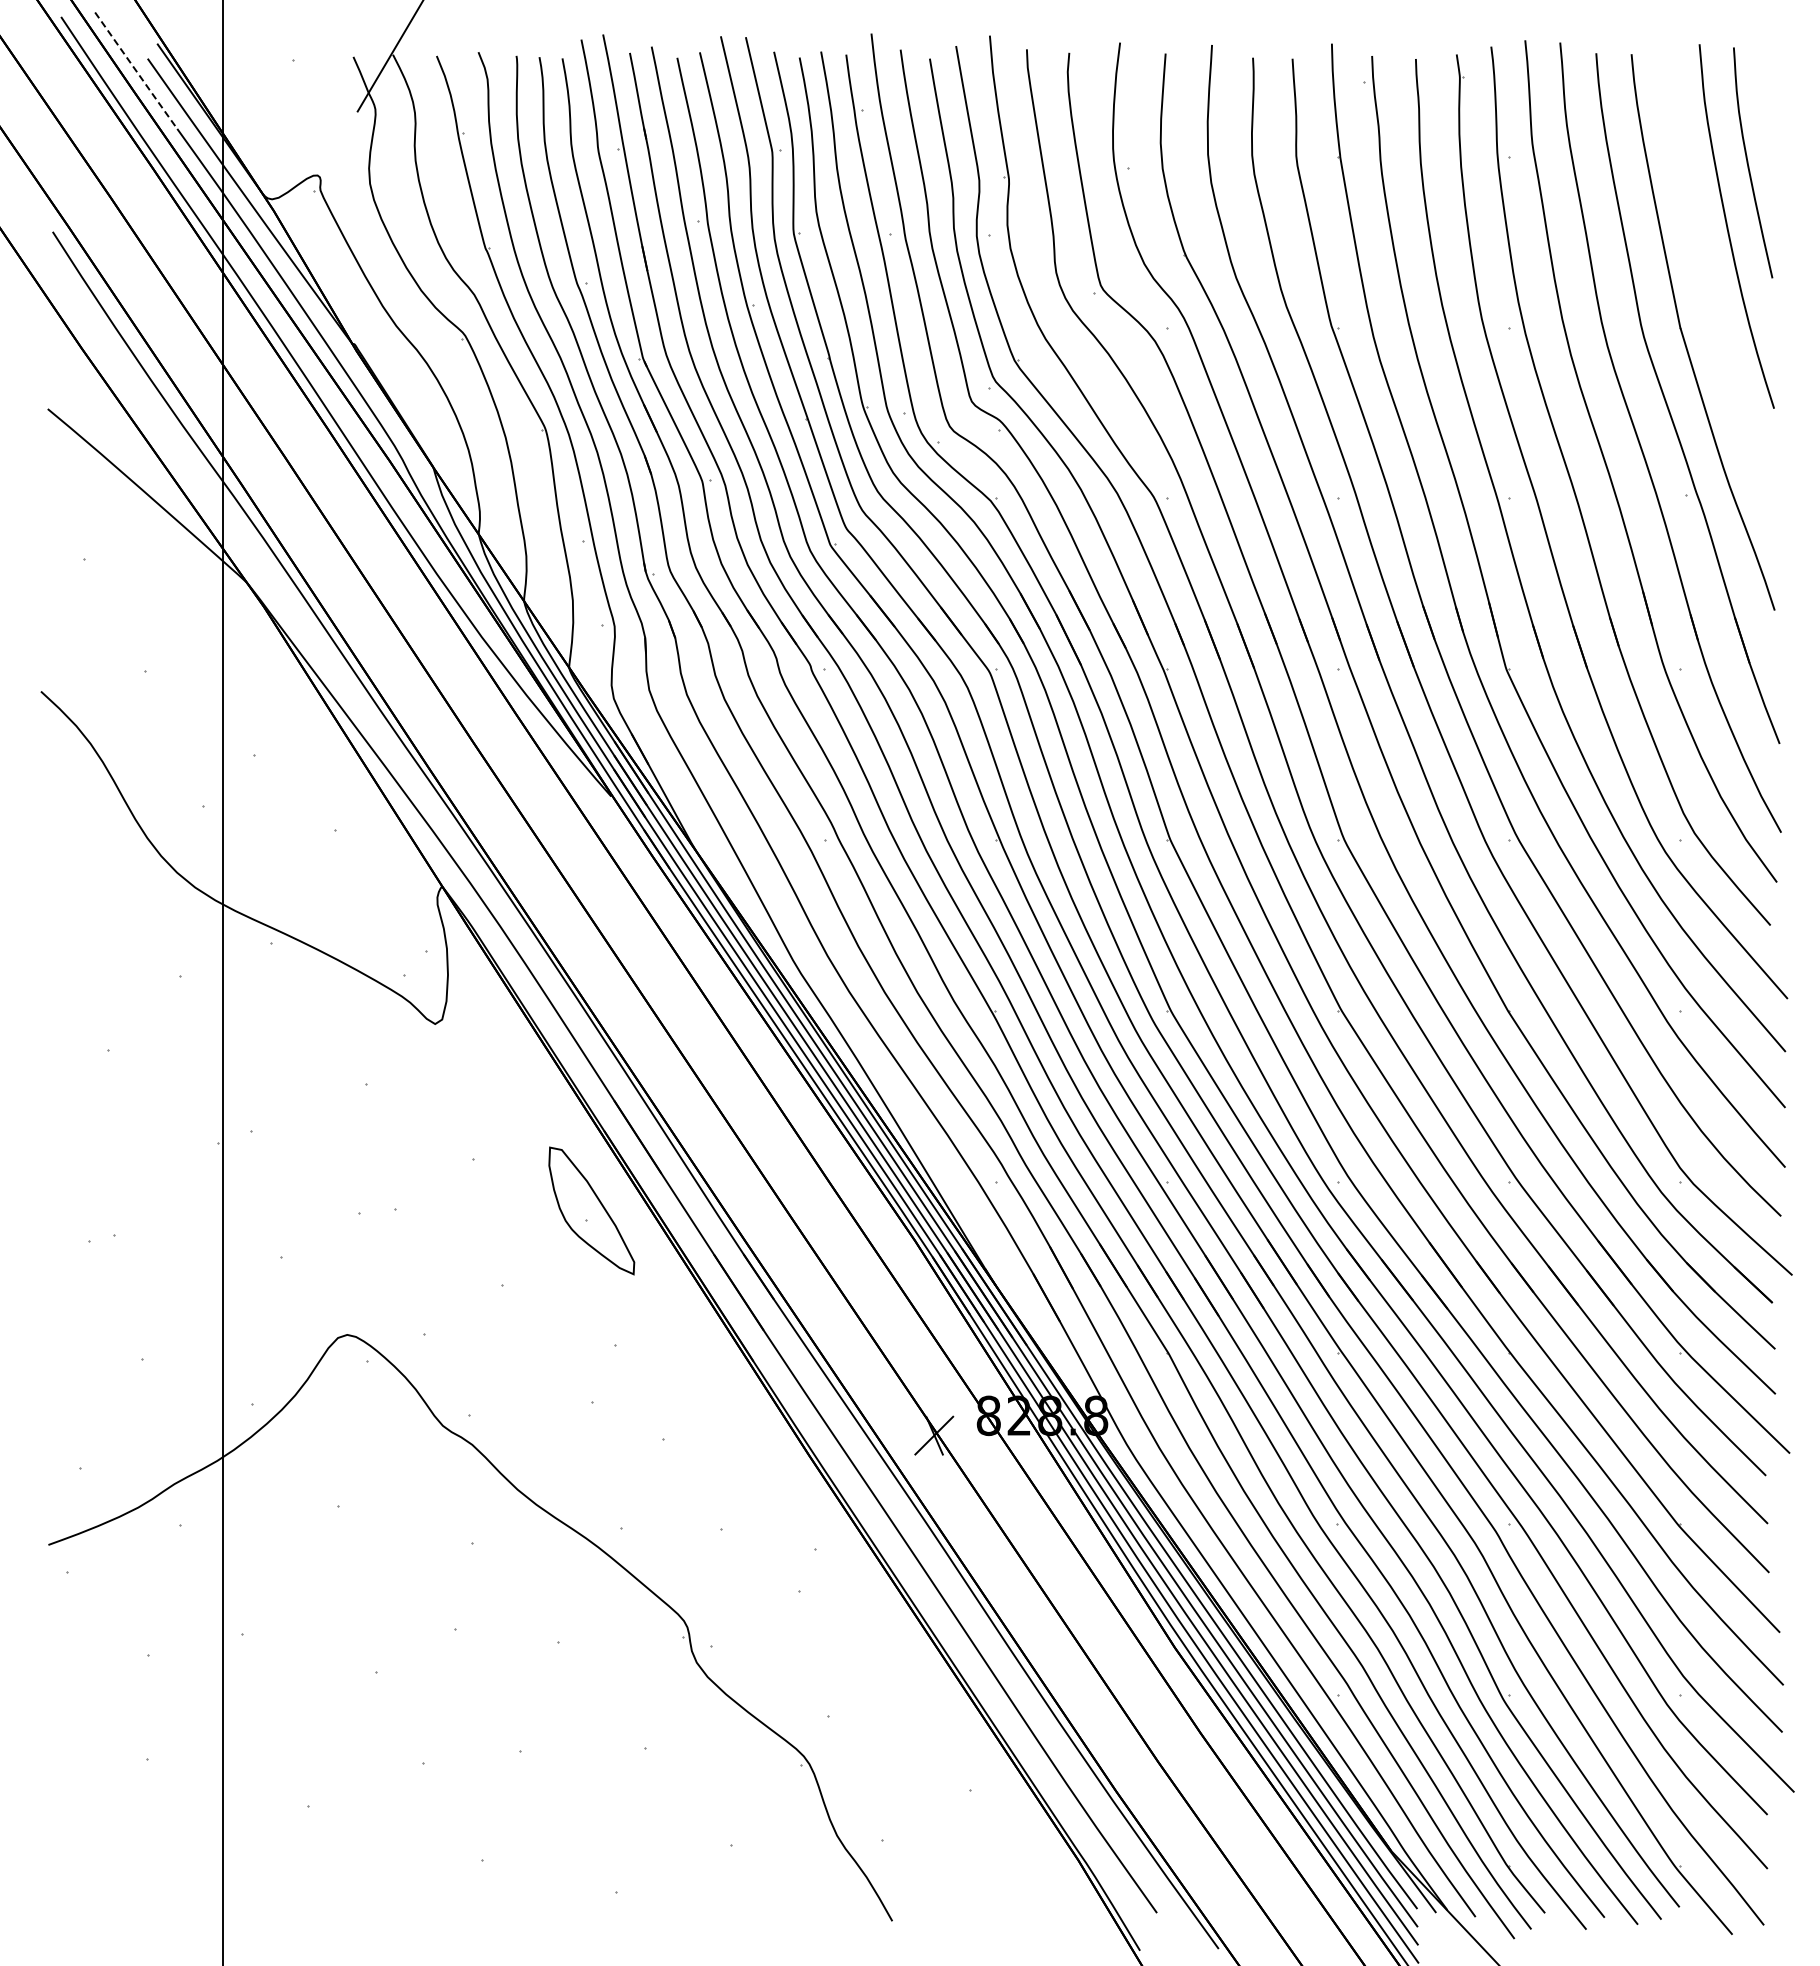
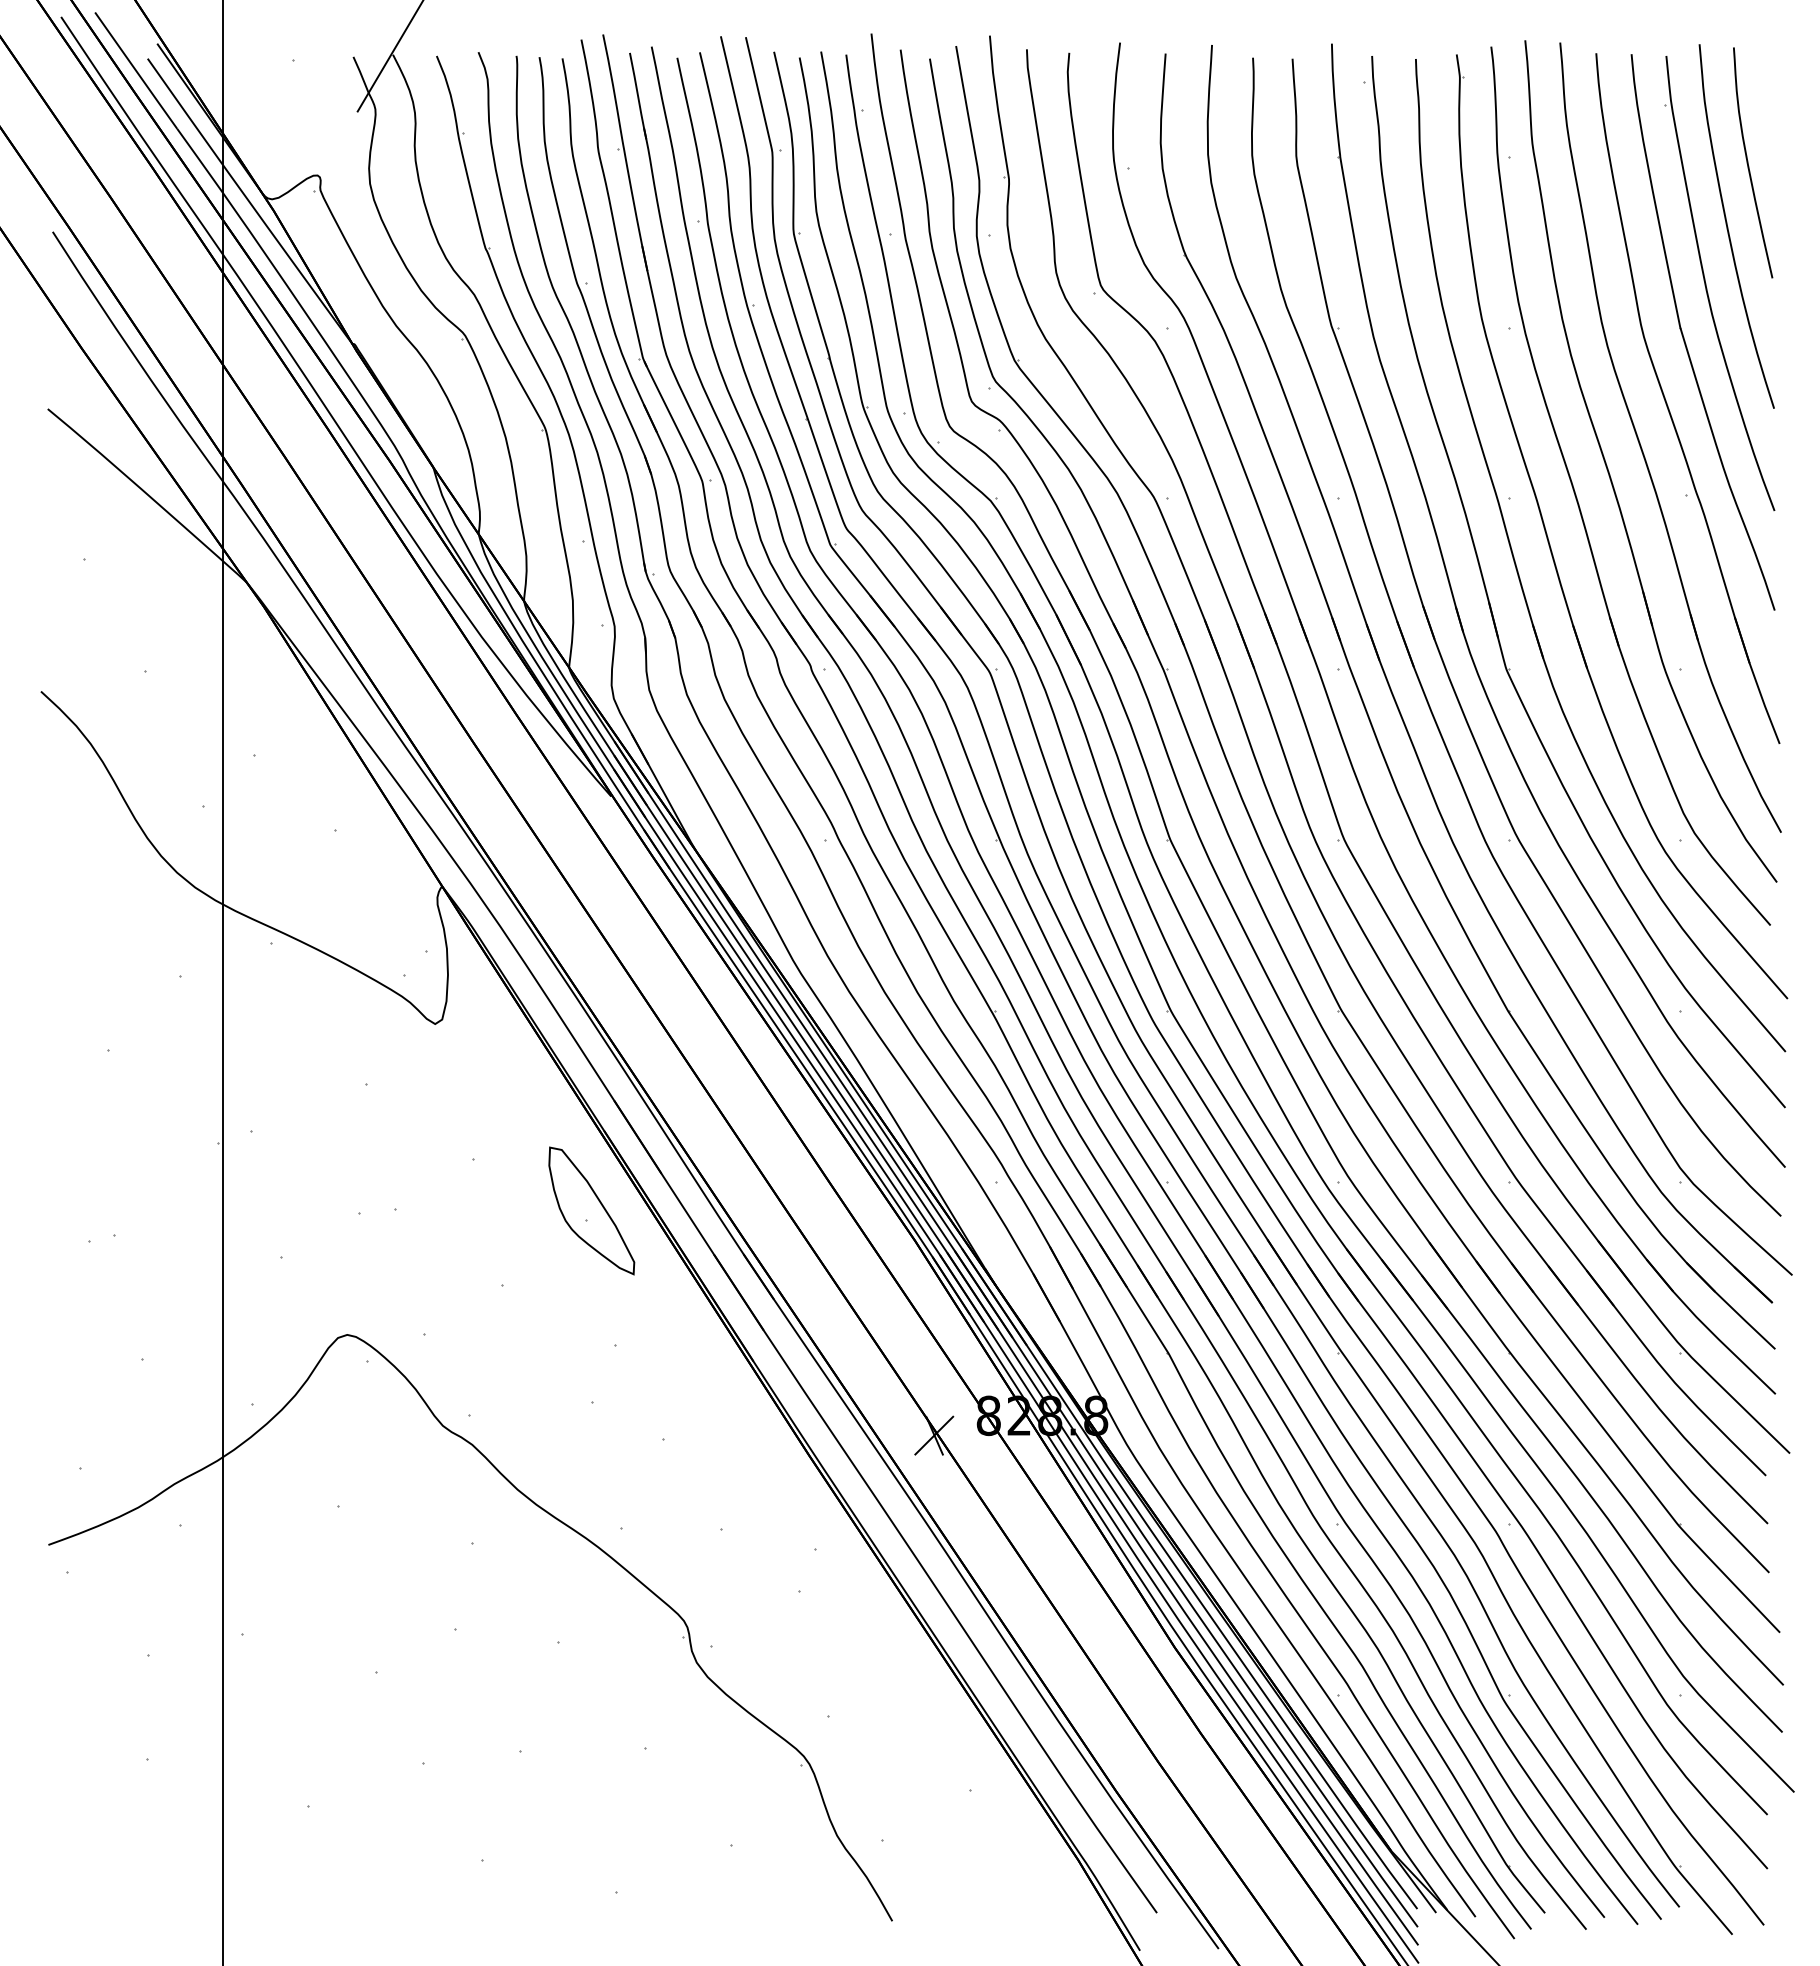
line at (136, 71): dashed -> solid
part at (1706, 283): none -> present
